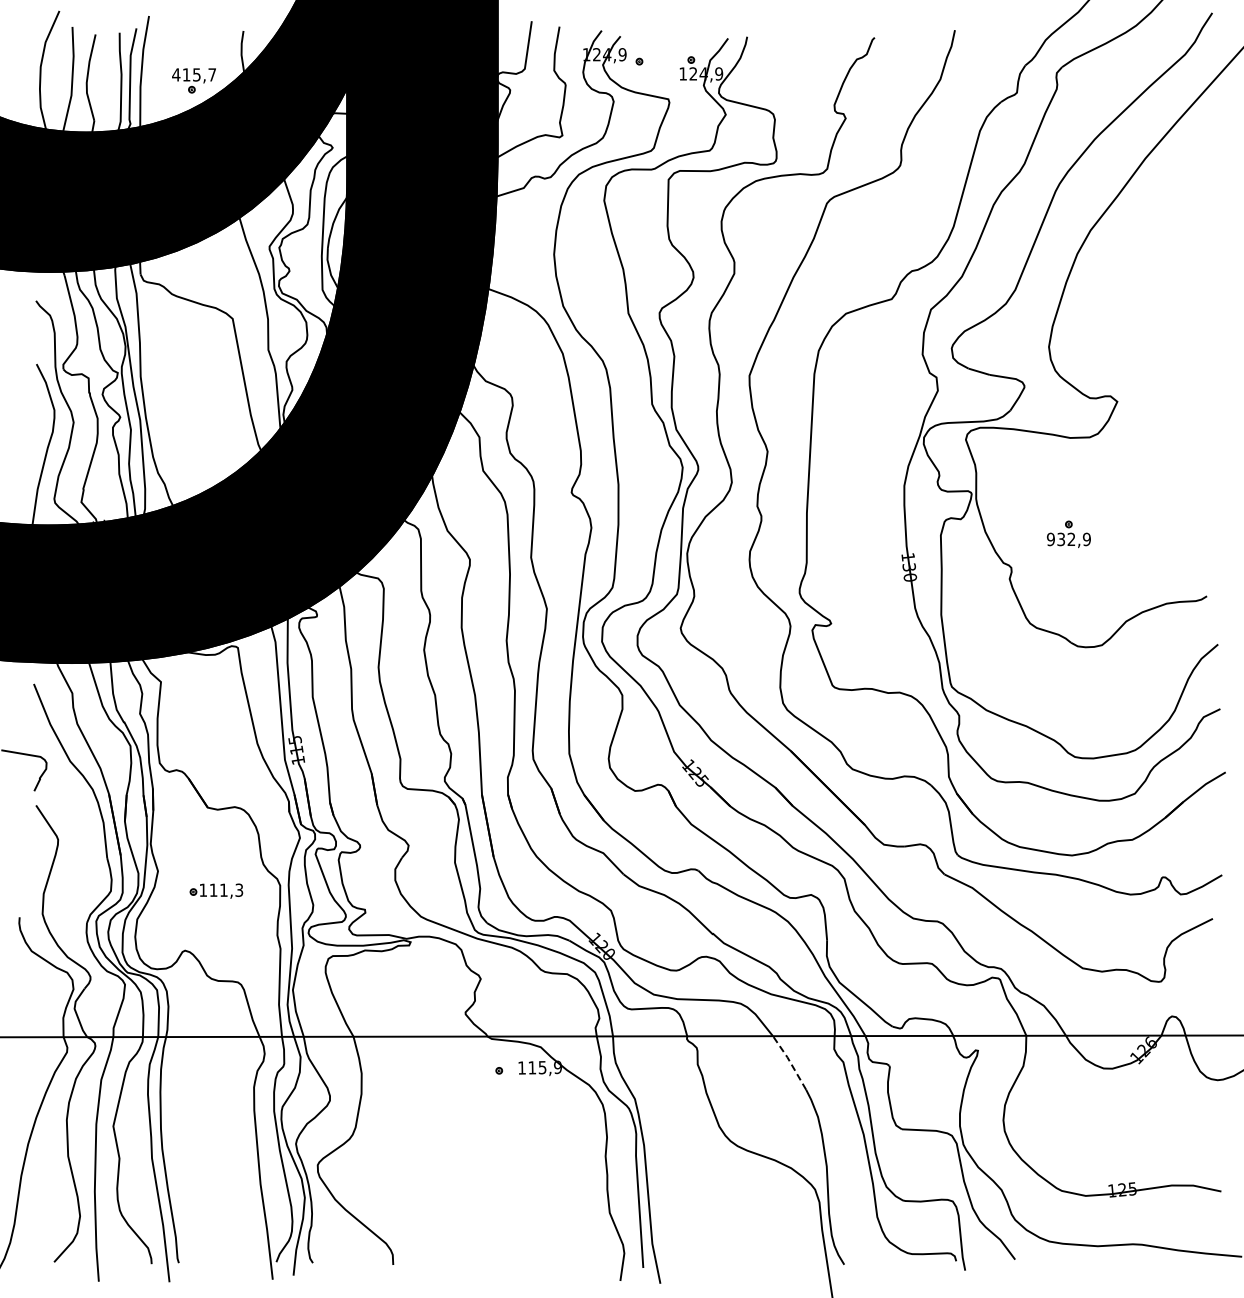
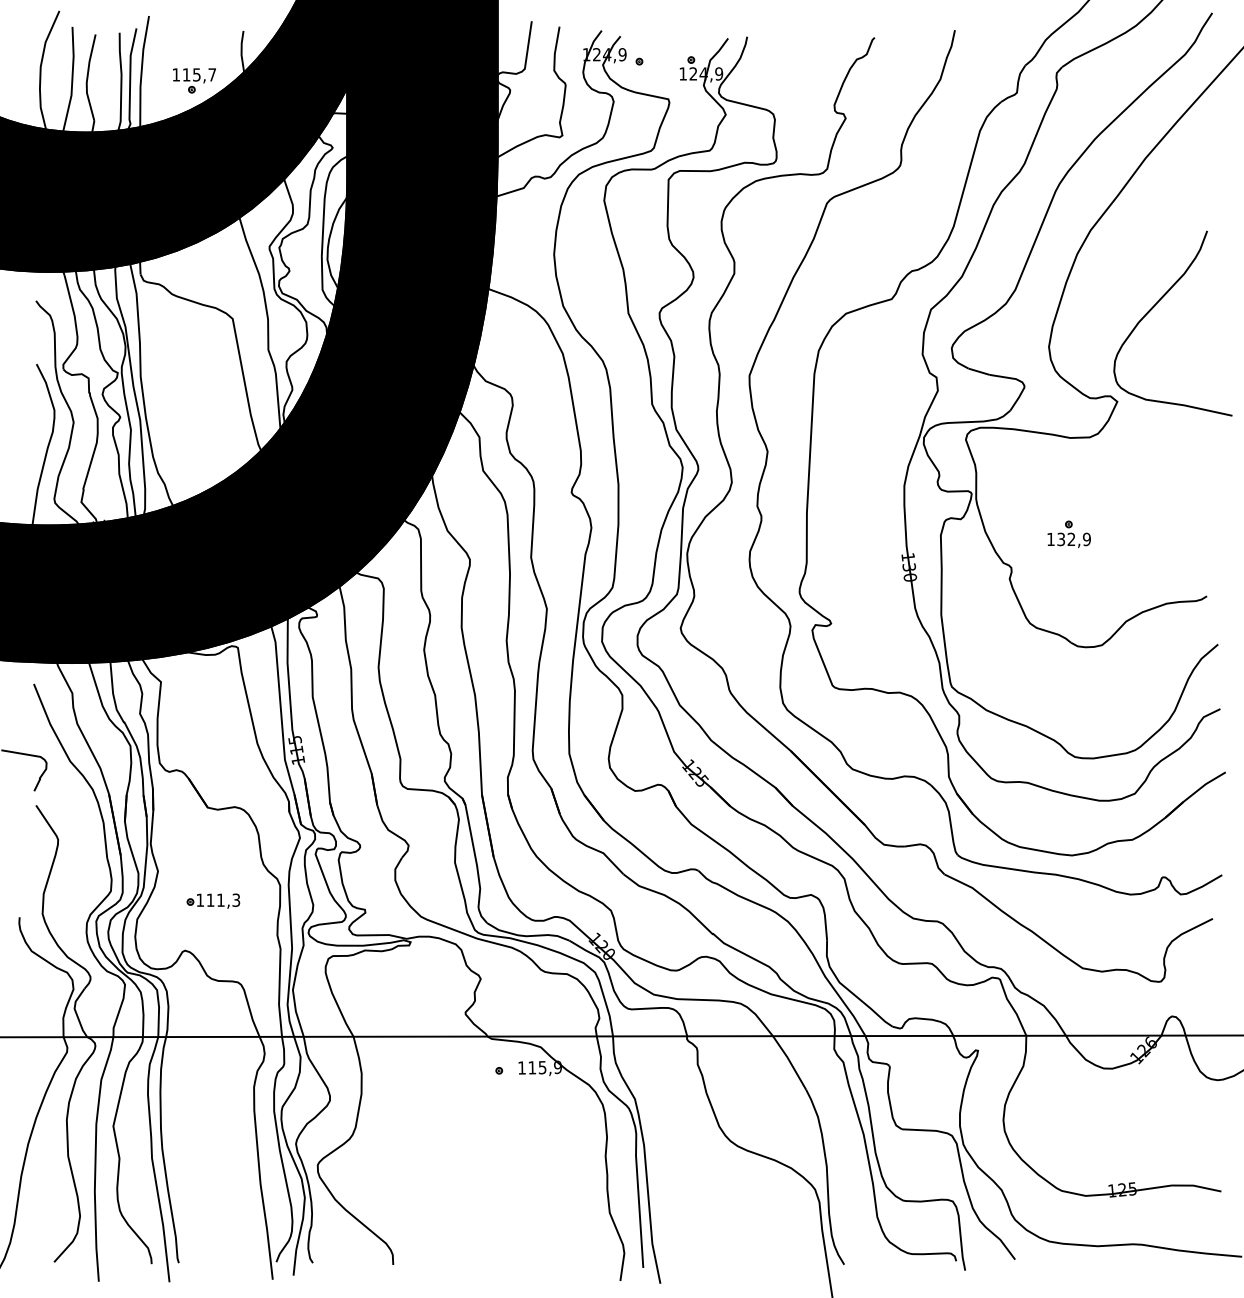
text at (176, 74): 415,7 -> 115,7
curve at (1155, 306): none -> present
text at (1050, 539): 932,9 -> 132,9
part at (216, 890) position: (216, 890) -> (213, 900)
line at (789, 1061): dashed -> solid
